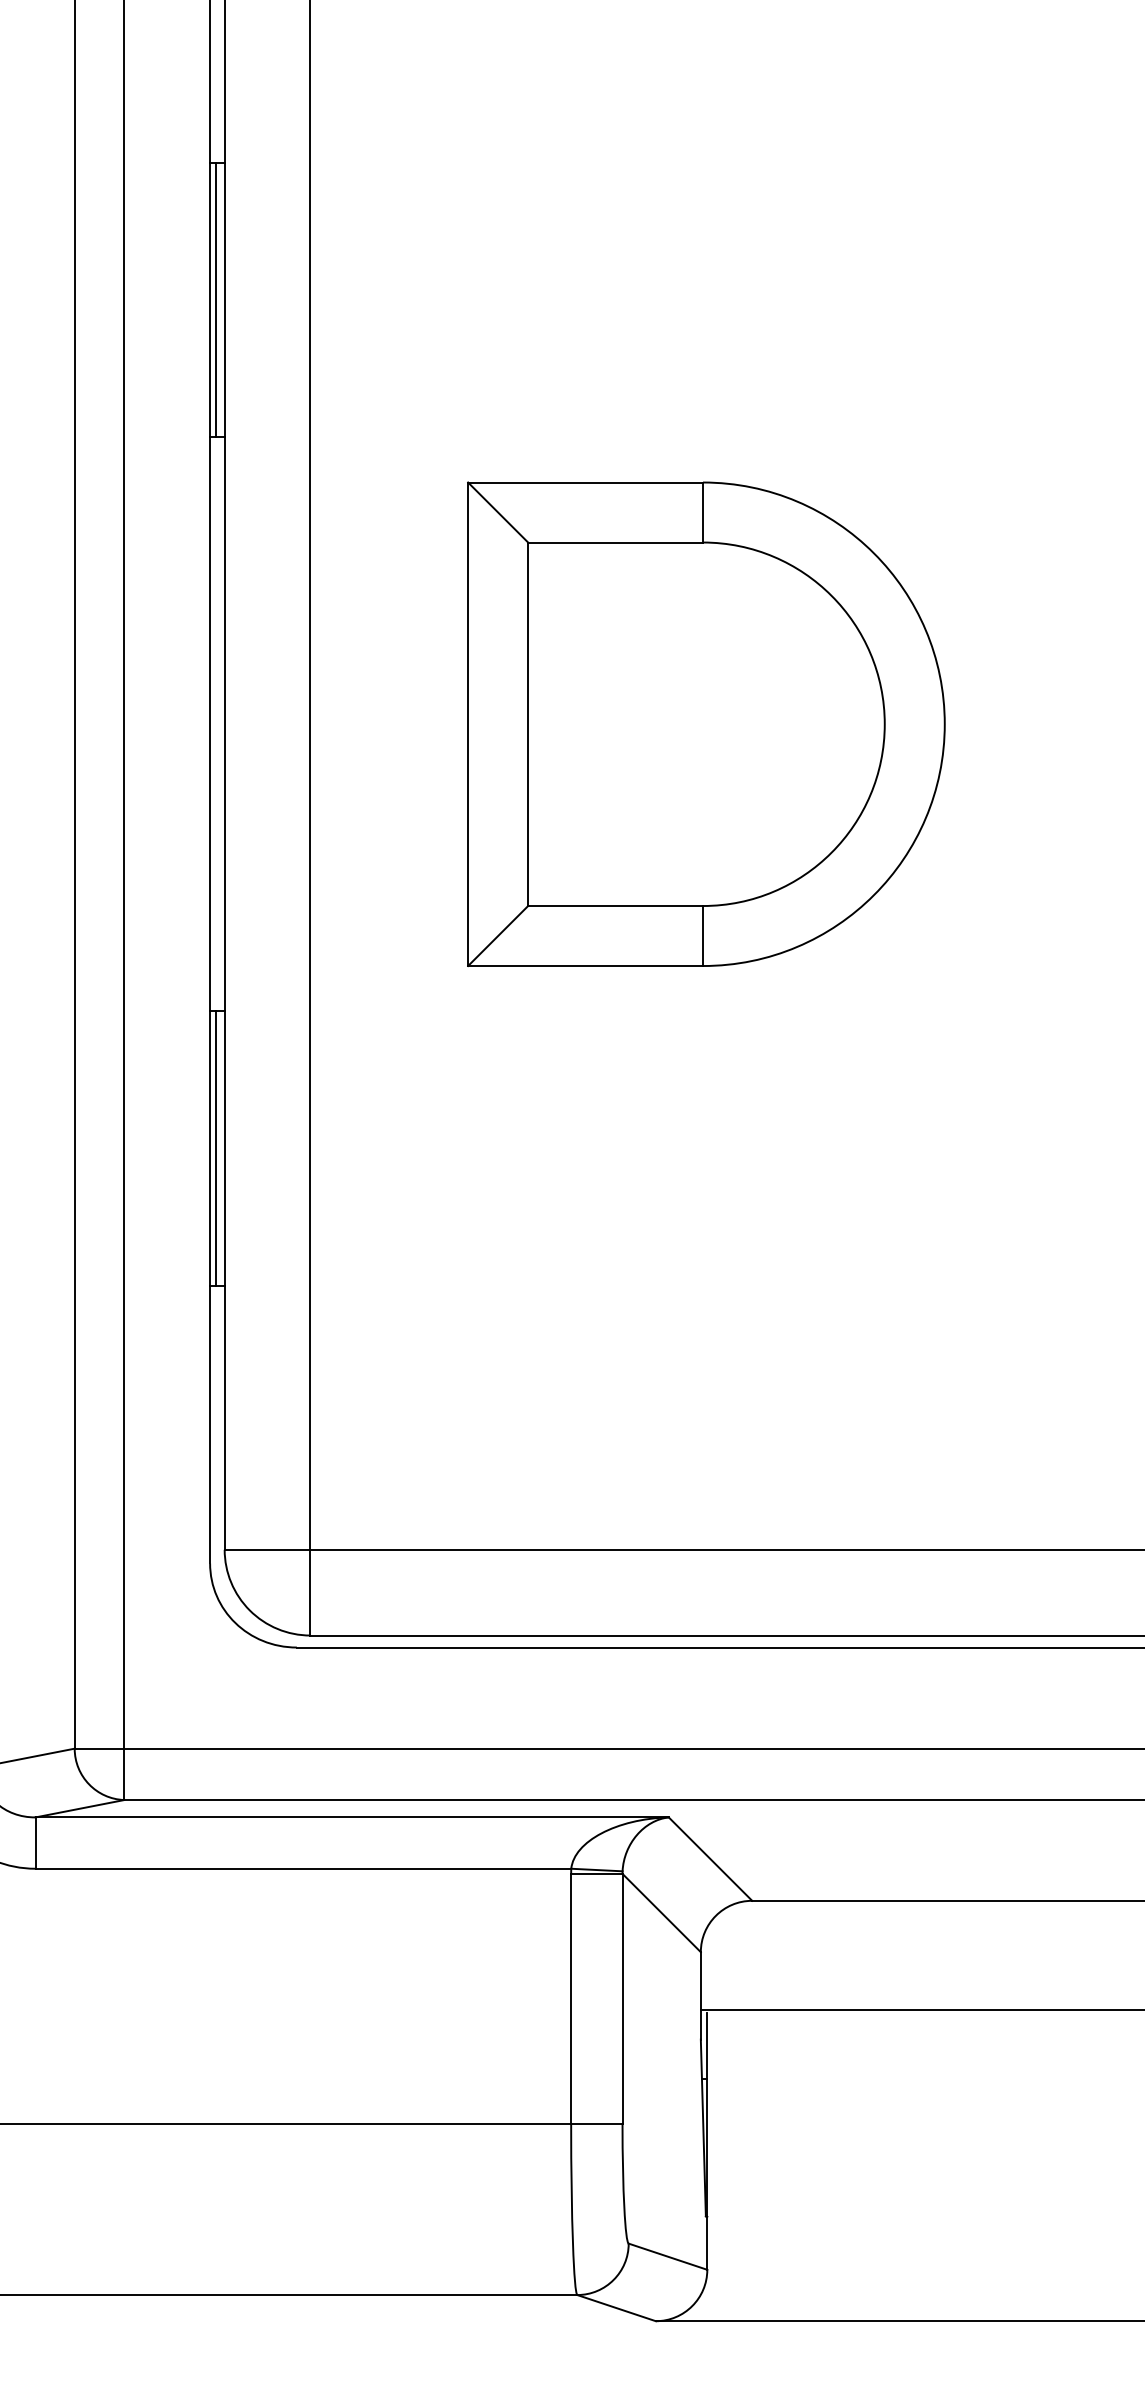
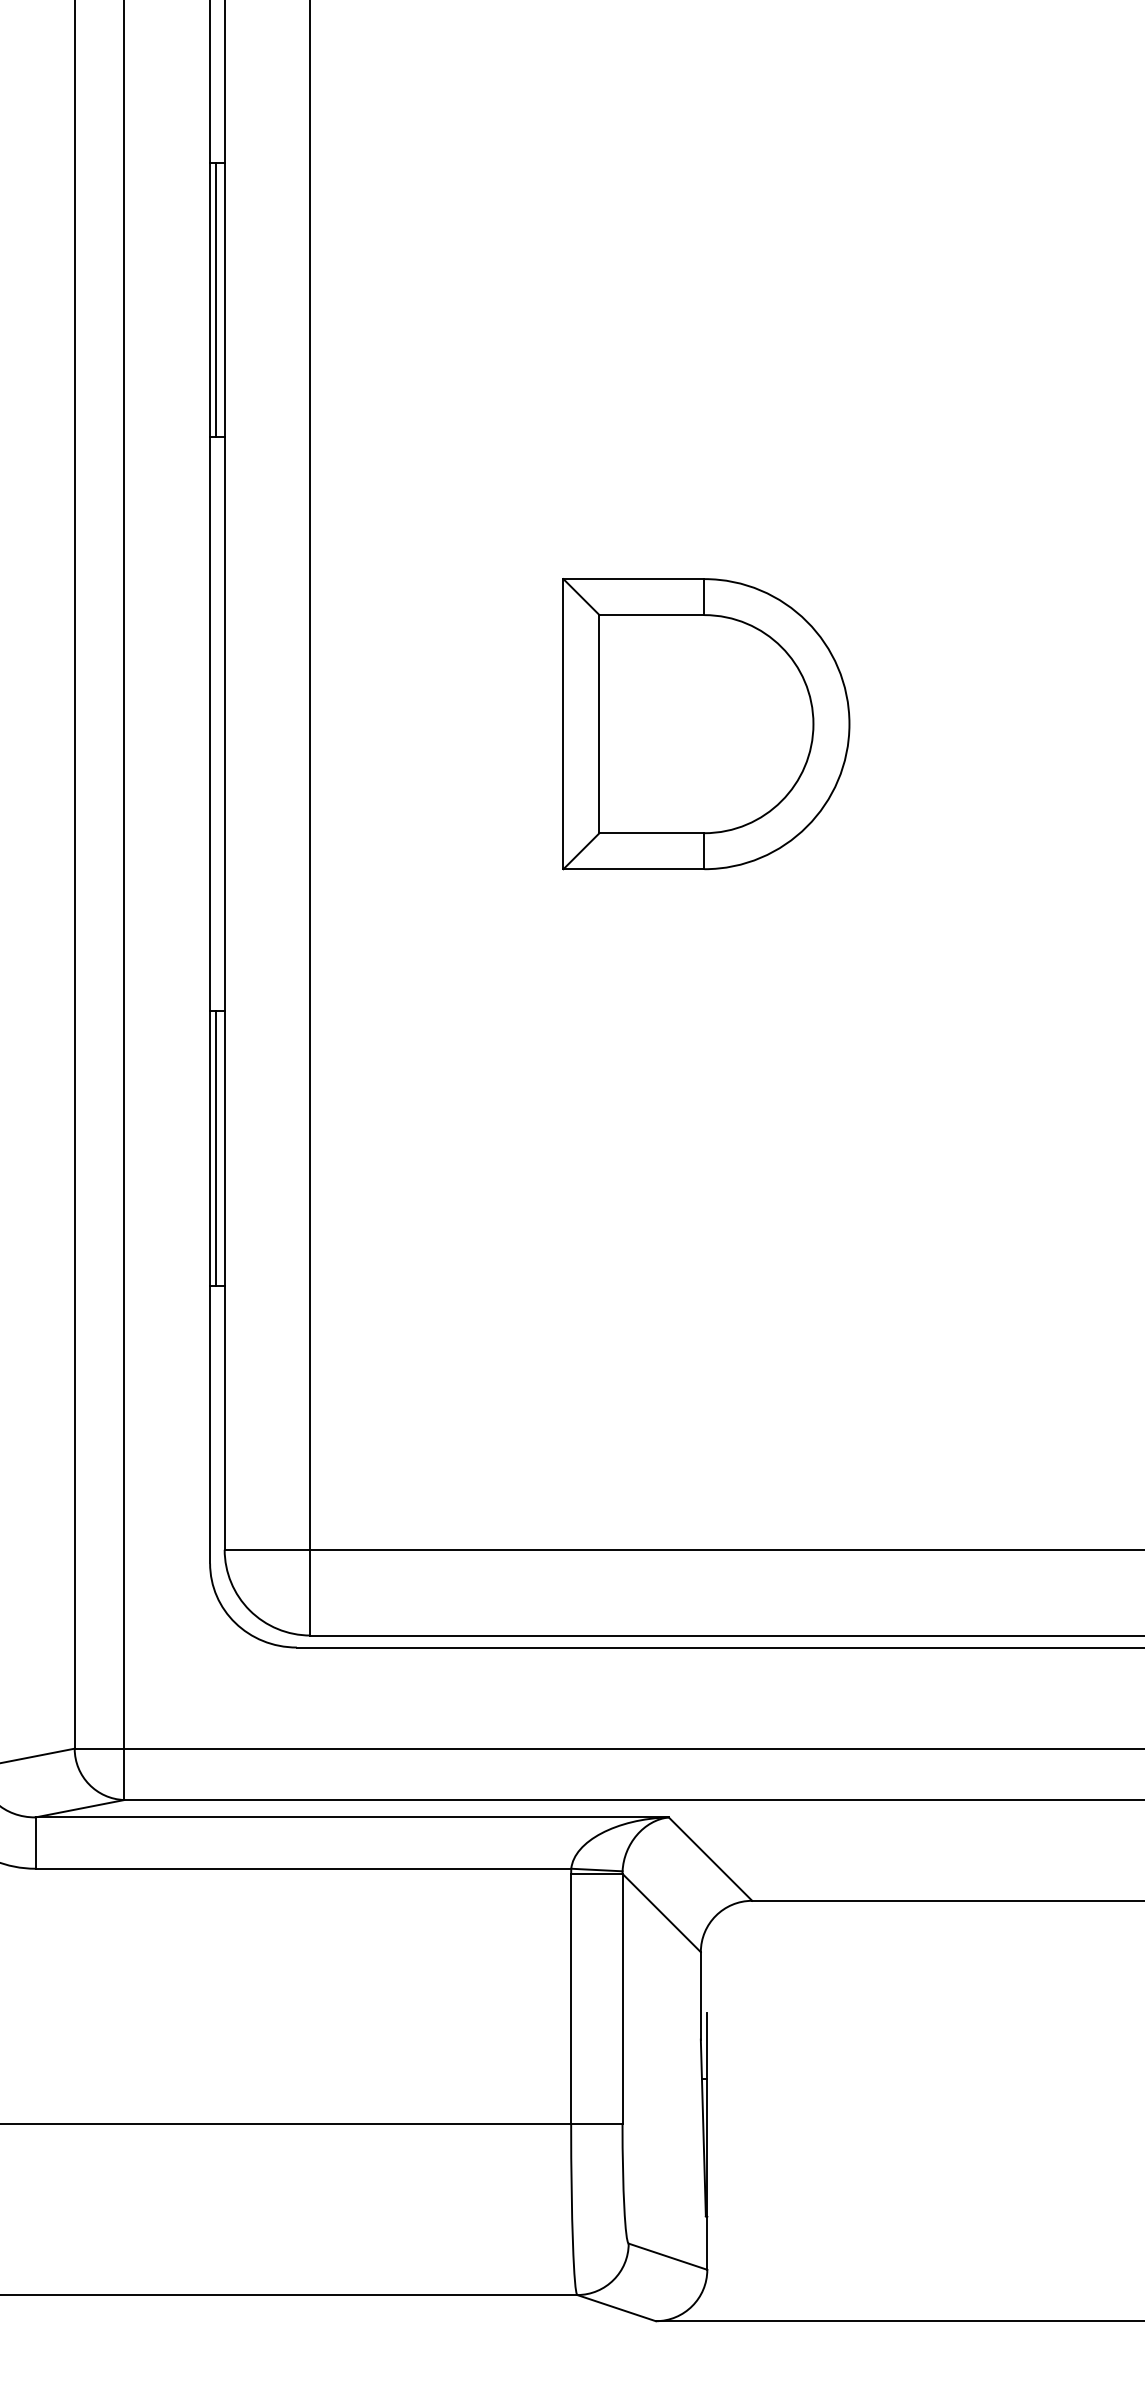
part at (706, 723) size: 479x486 px -> 289x293 px
line at (920, 2010): present -> none
